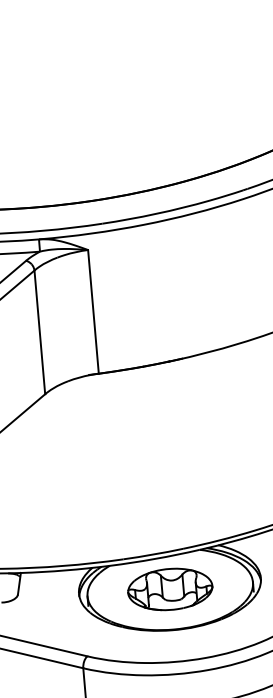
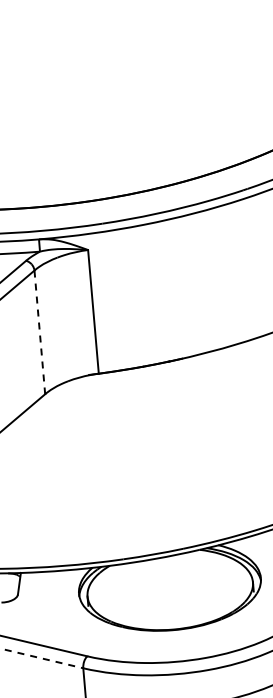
line at (39, 332): solid -> dashed
part at (170, 589): present -> none
line at (42, 658): solid -> dashed
